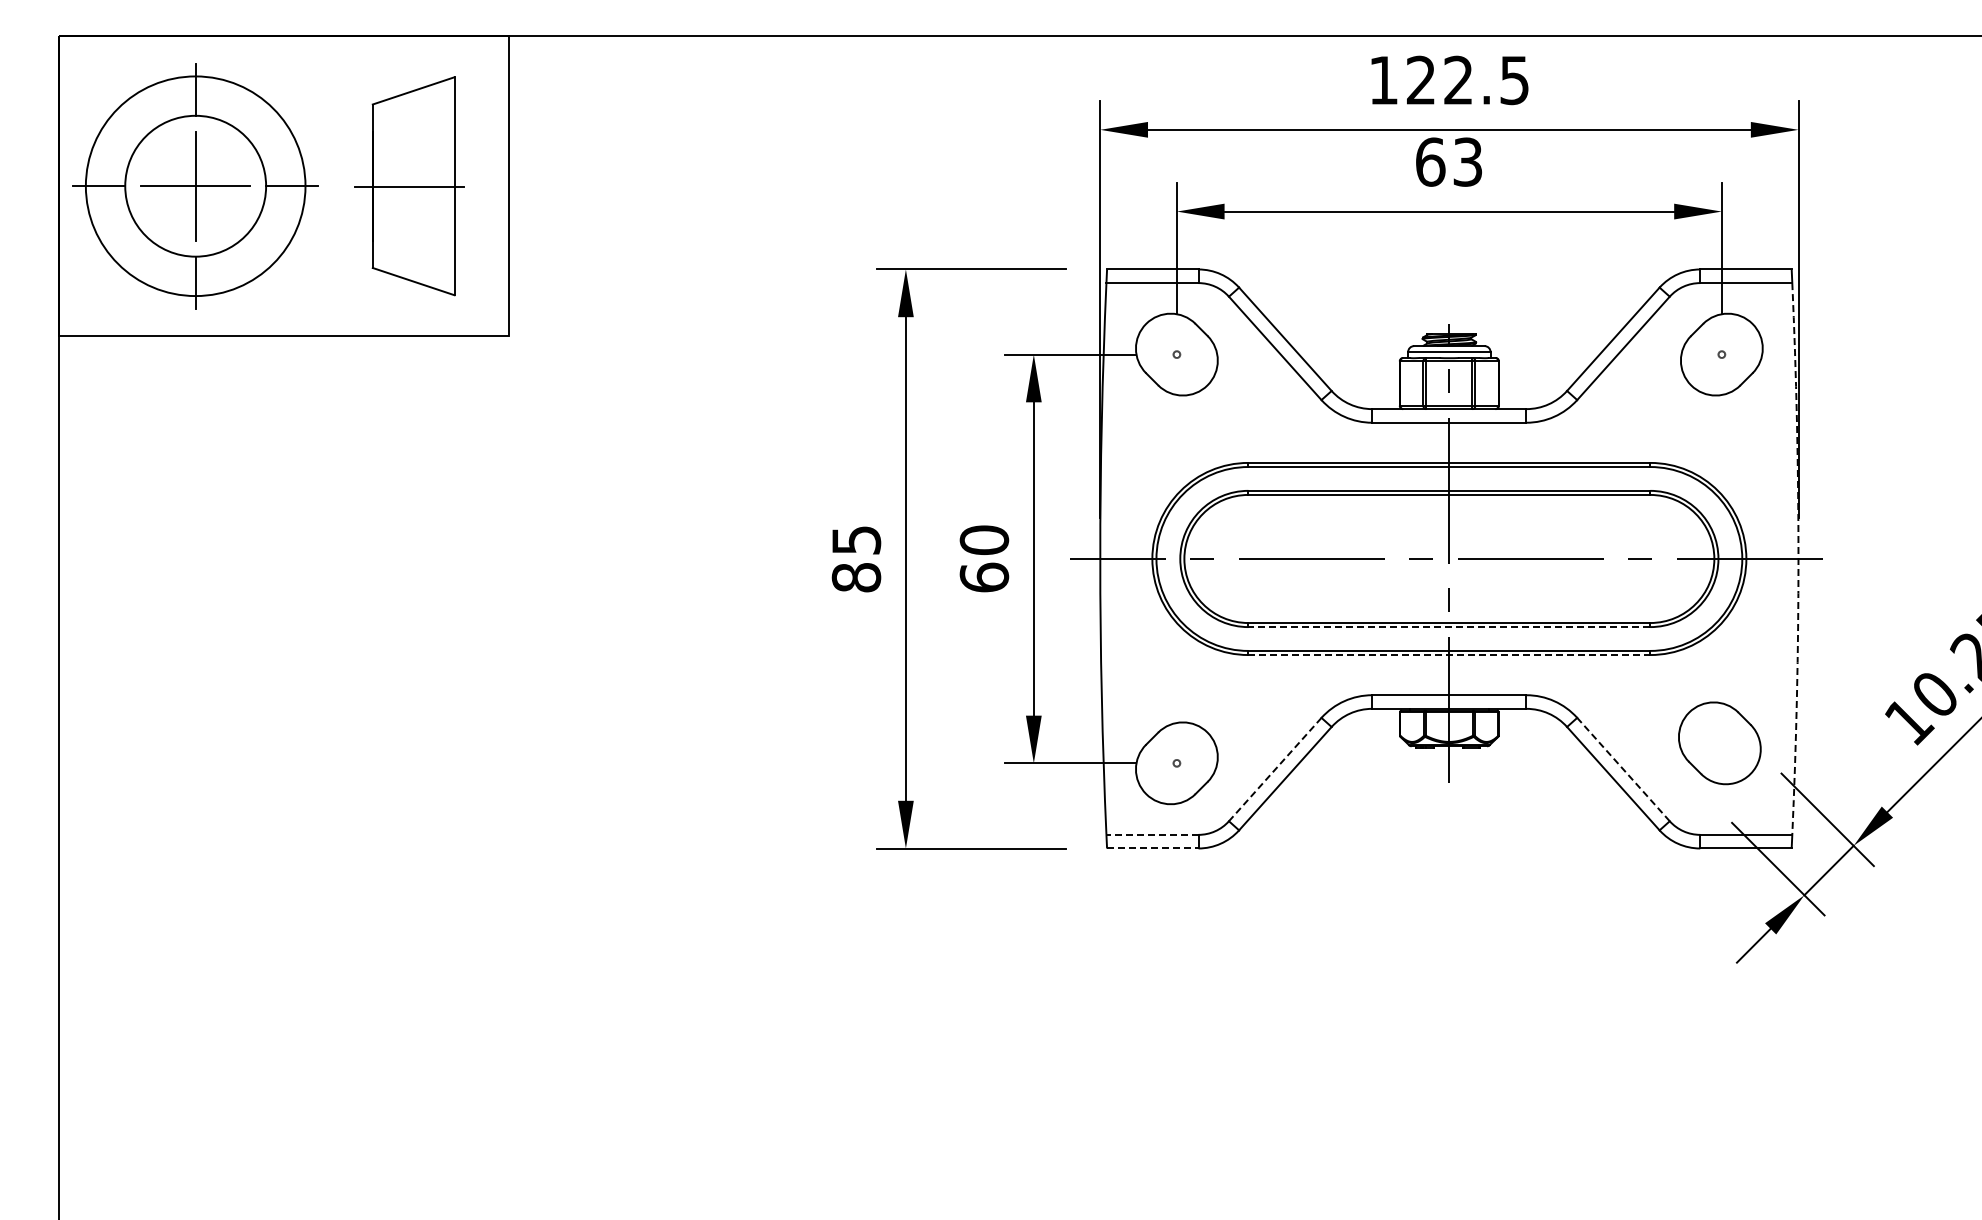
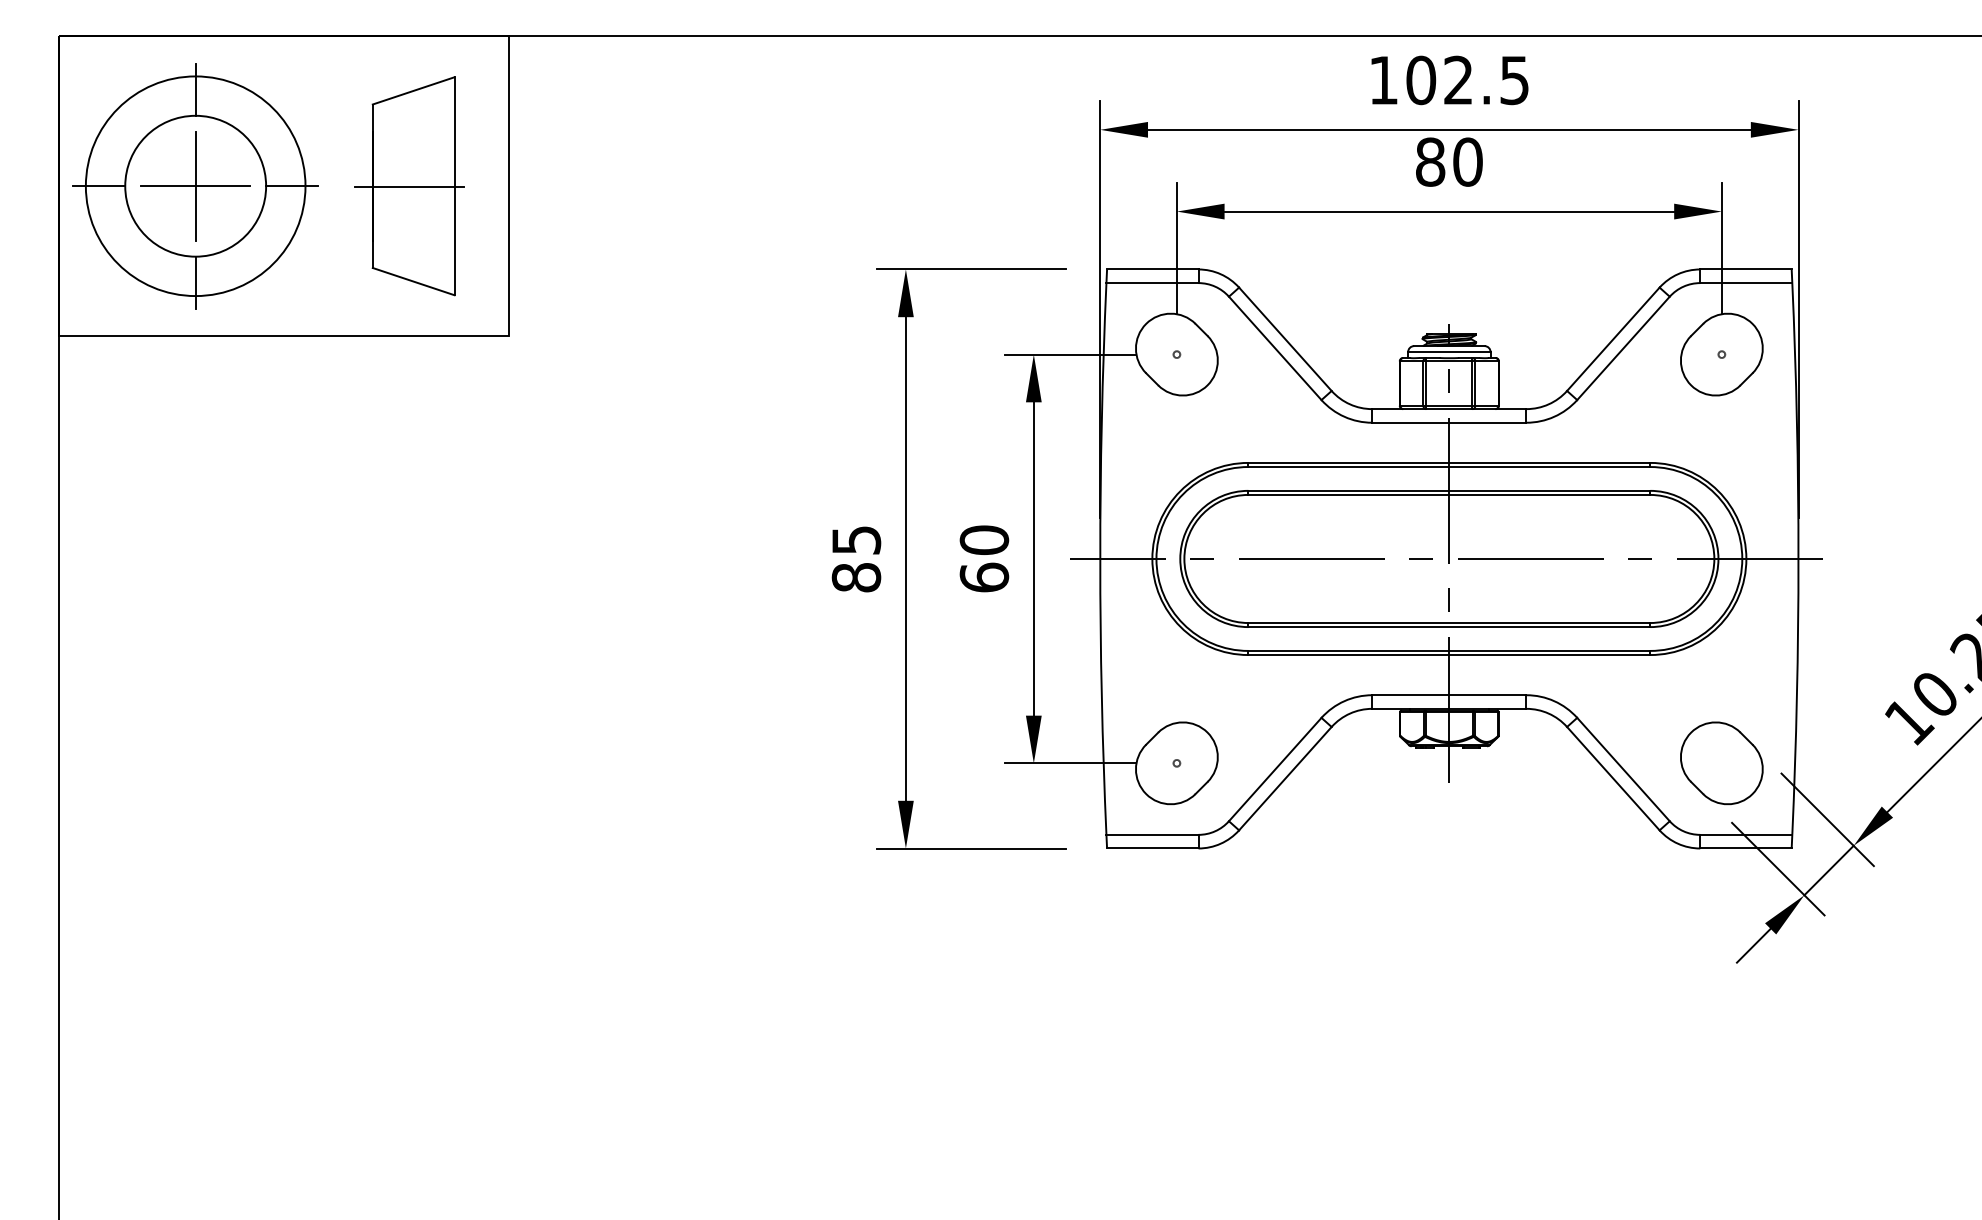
text at (1421, 80): 122.5 -> 102.5
text at (1449, 161): 63 -> 80
arc at (1798, 558): dashed -> solid
line at (1449, 627): dashed -> solid
line at (1449, 655): dashed -> solid
part at (1719, 743) position: (1719, 743) -> (1721, 763)
line at (1274, 769): dashed -> solid
line at (1623, 769): dashed -> solid
line at (1151, 834): dashed -> solid
line at (1152, 848): dashed -> solid
